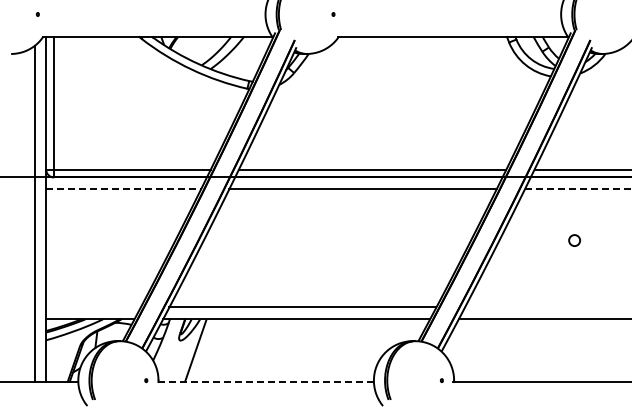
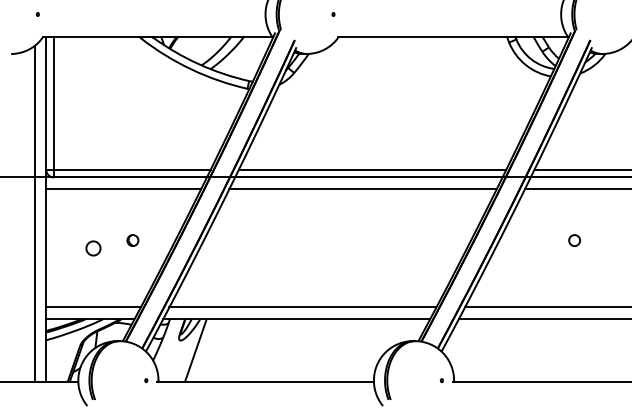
line at (124, 189): dashed -> solid
line at (578, 189): dashed -> solid
circle at (132, 240): none -> present
circle at (93, 248): none -> present
line at (93, 307): none -> present
line at (546, 307): none -> present
line at (265, 382): dashed -> solid
